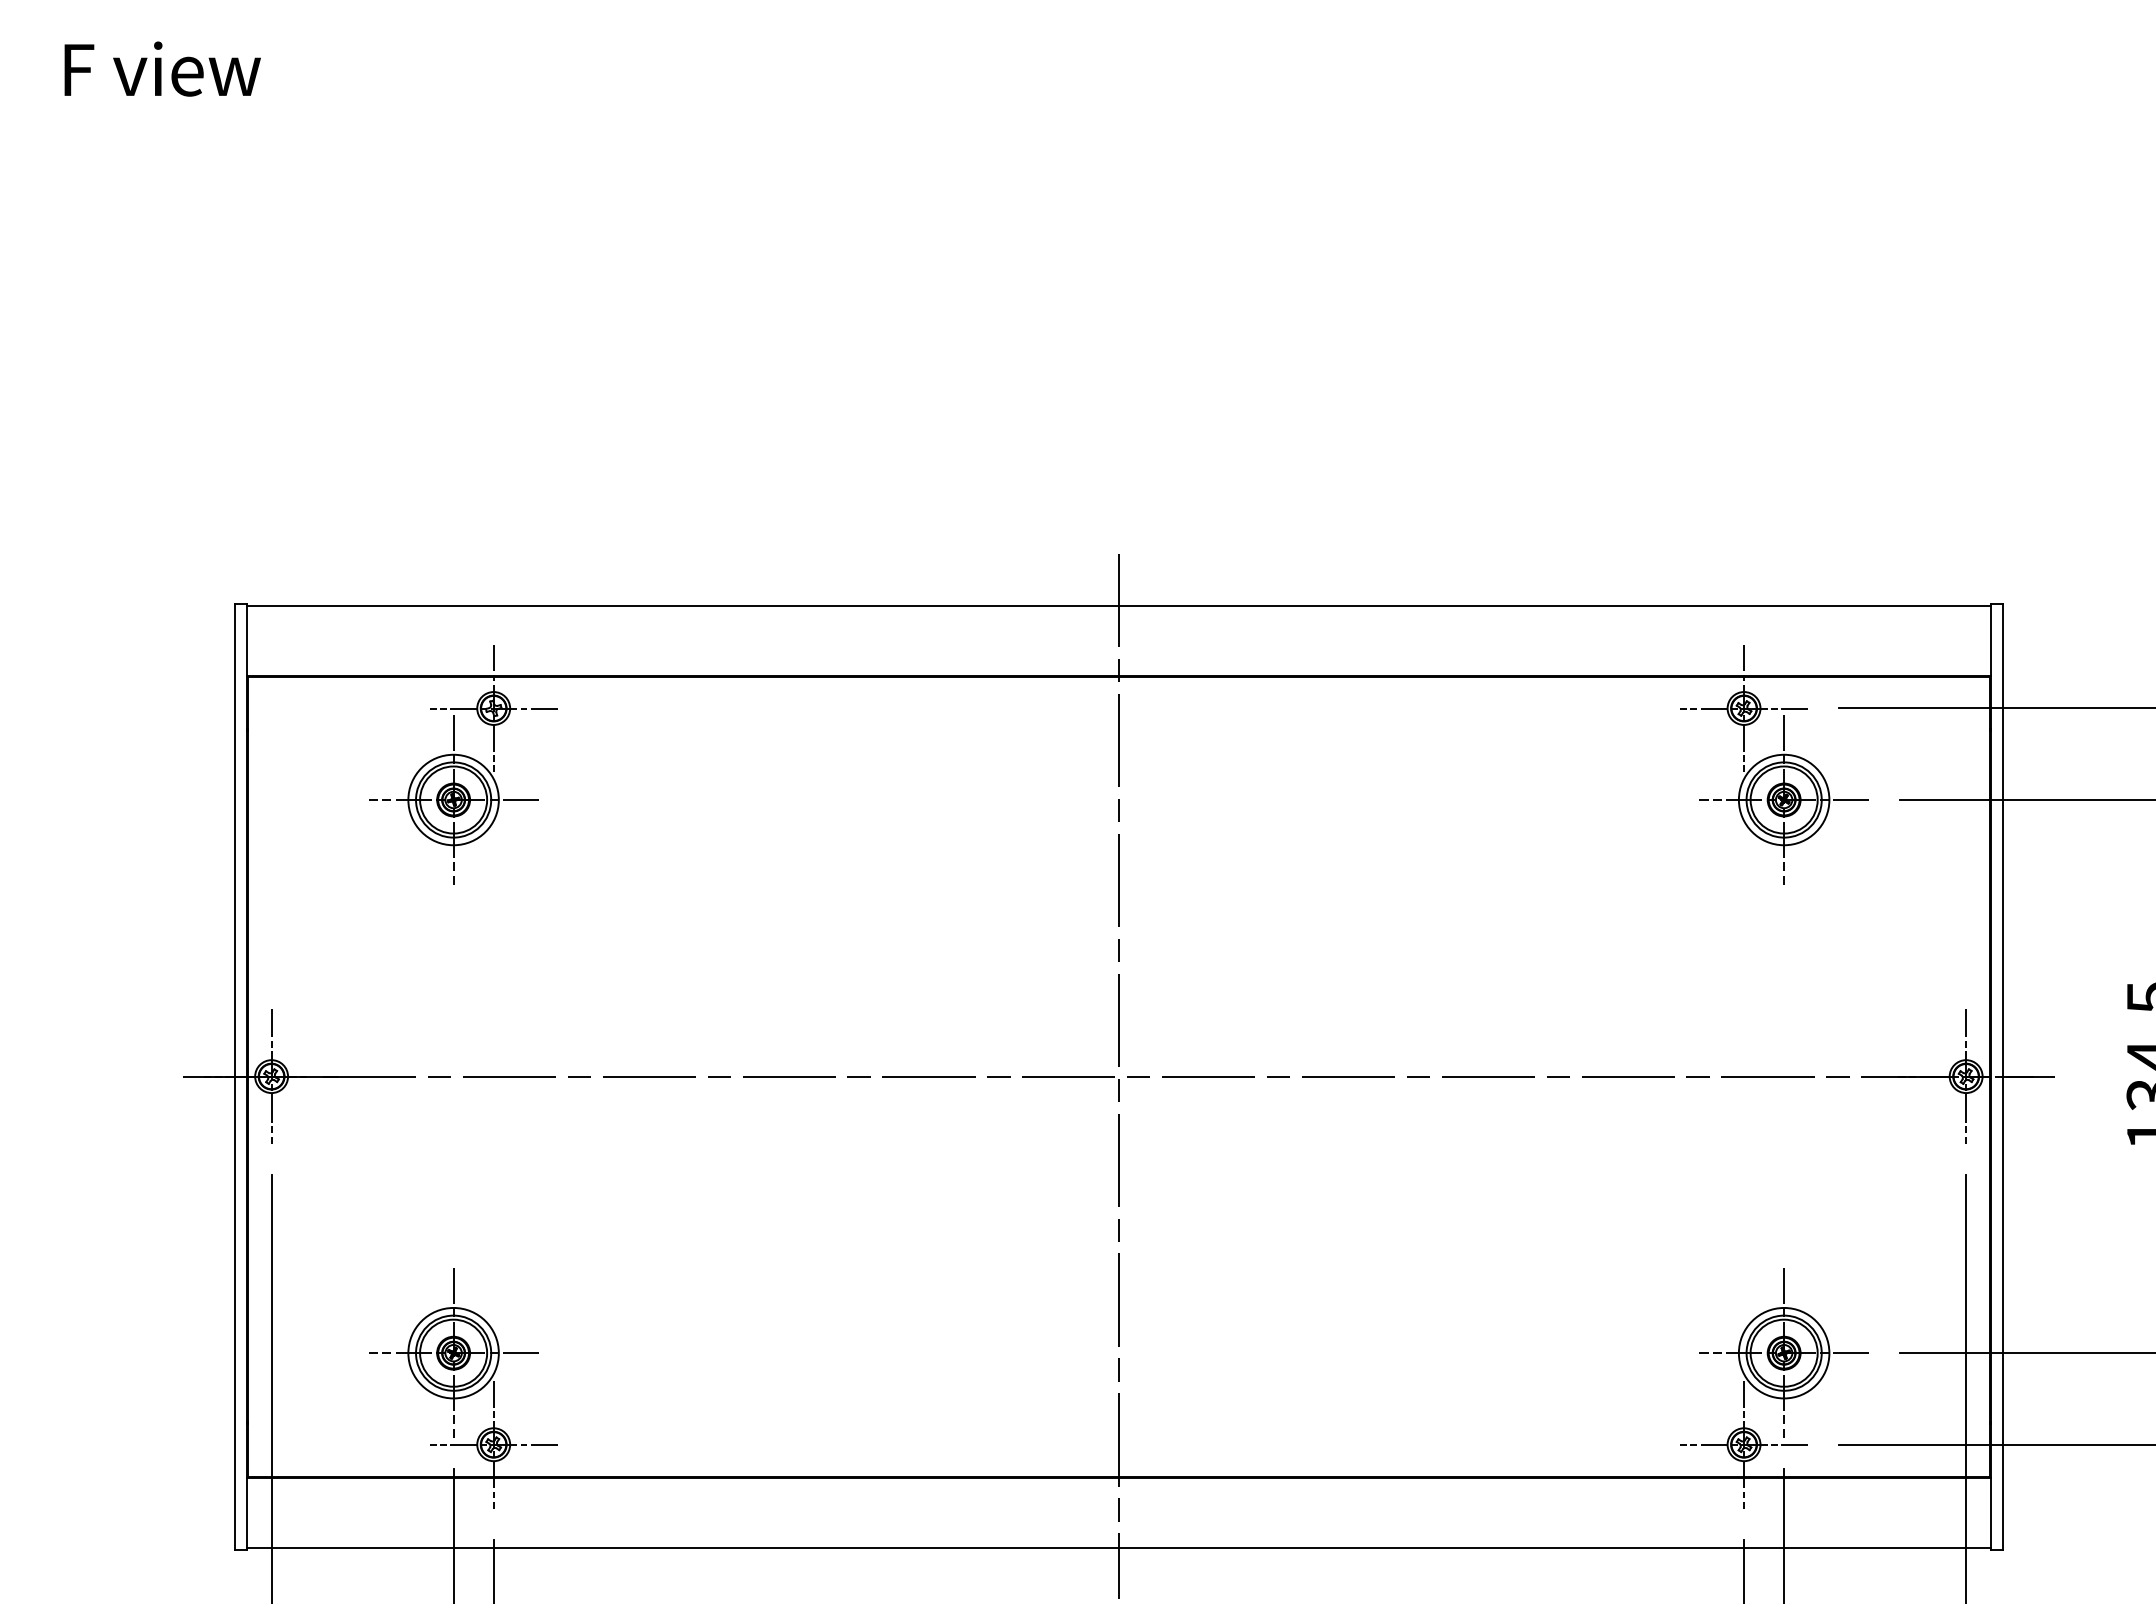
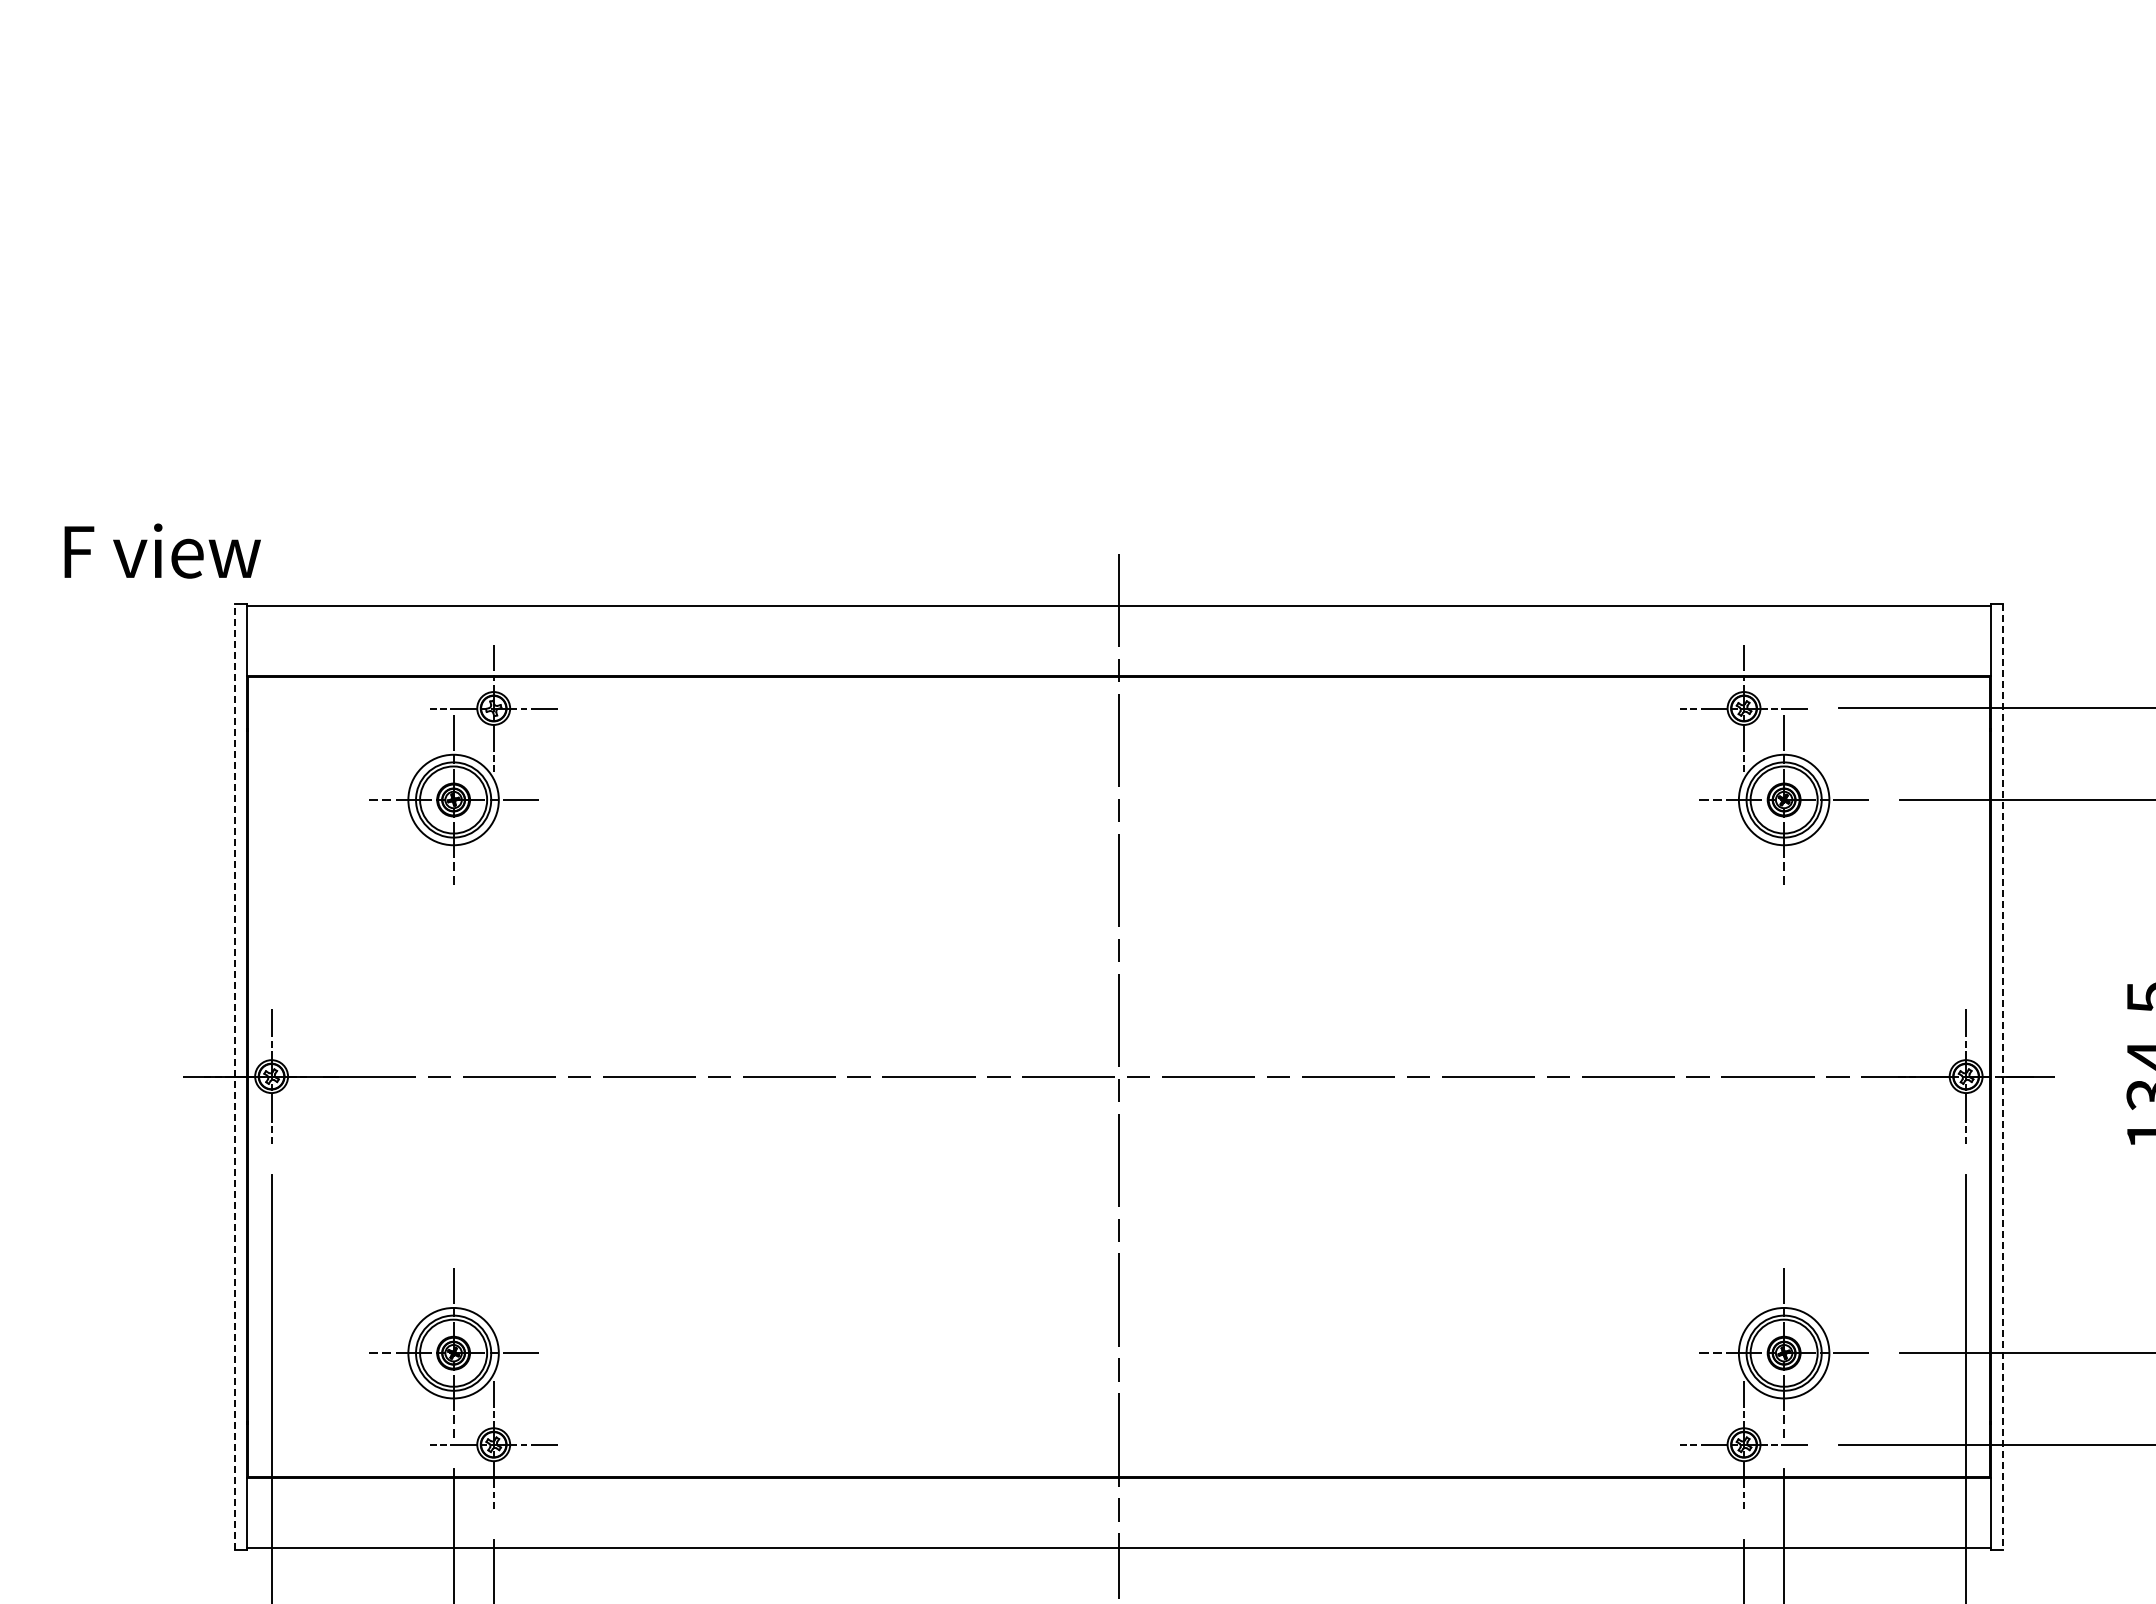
text at (162, 68) position: (162, 68) -> (162, 550)
line at (234, 1076): solid -> dashed
line at (2003, 1076): solid -> dashed
